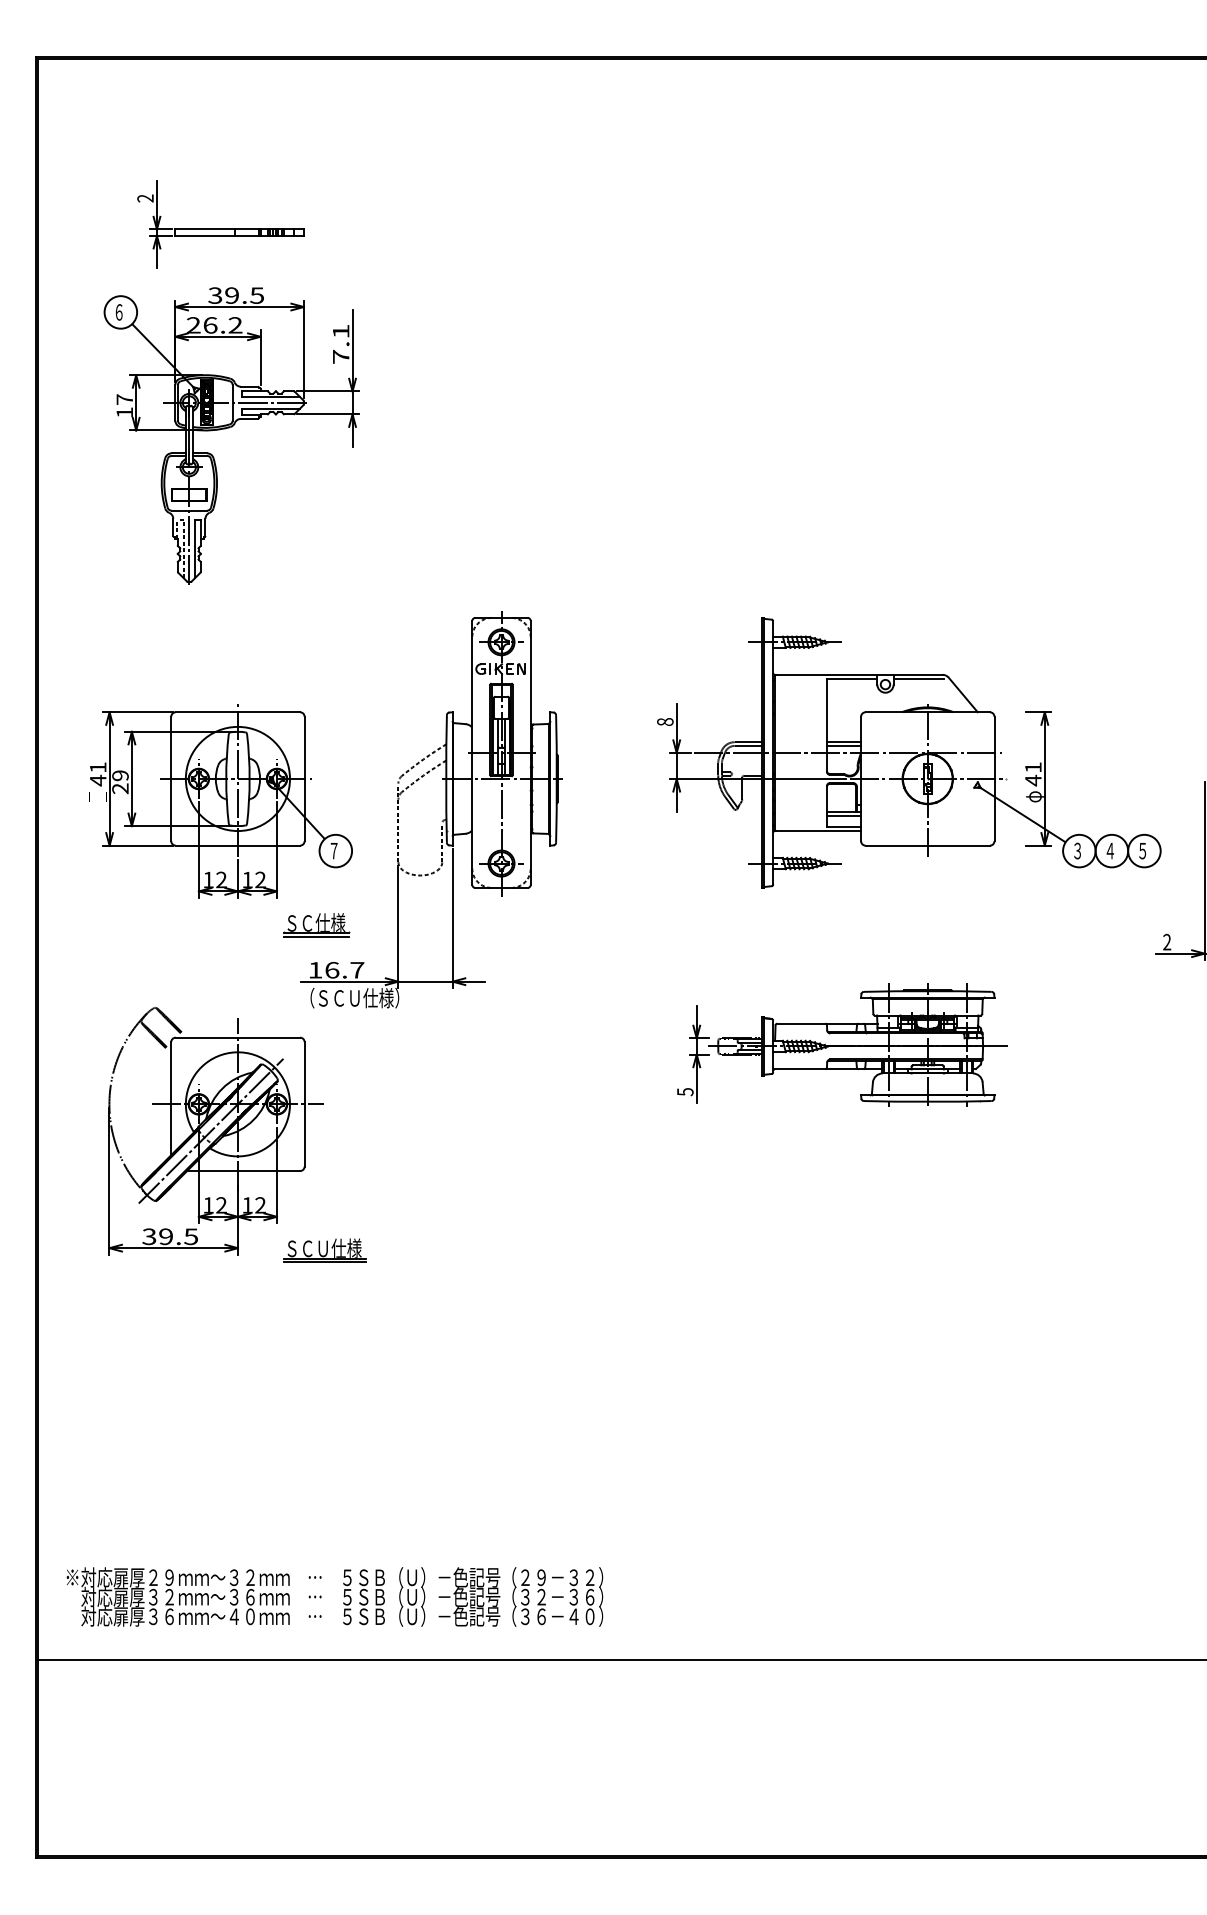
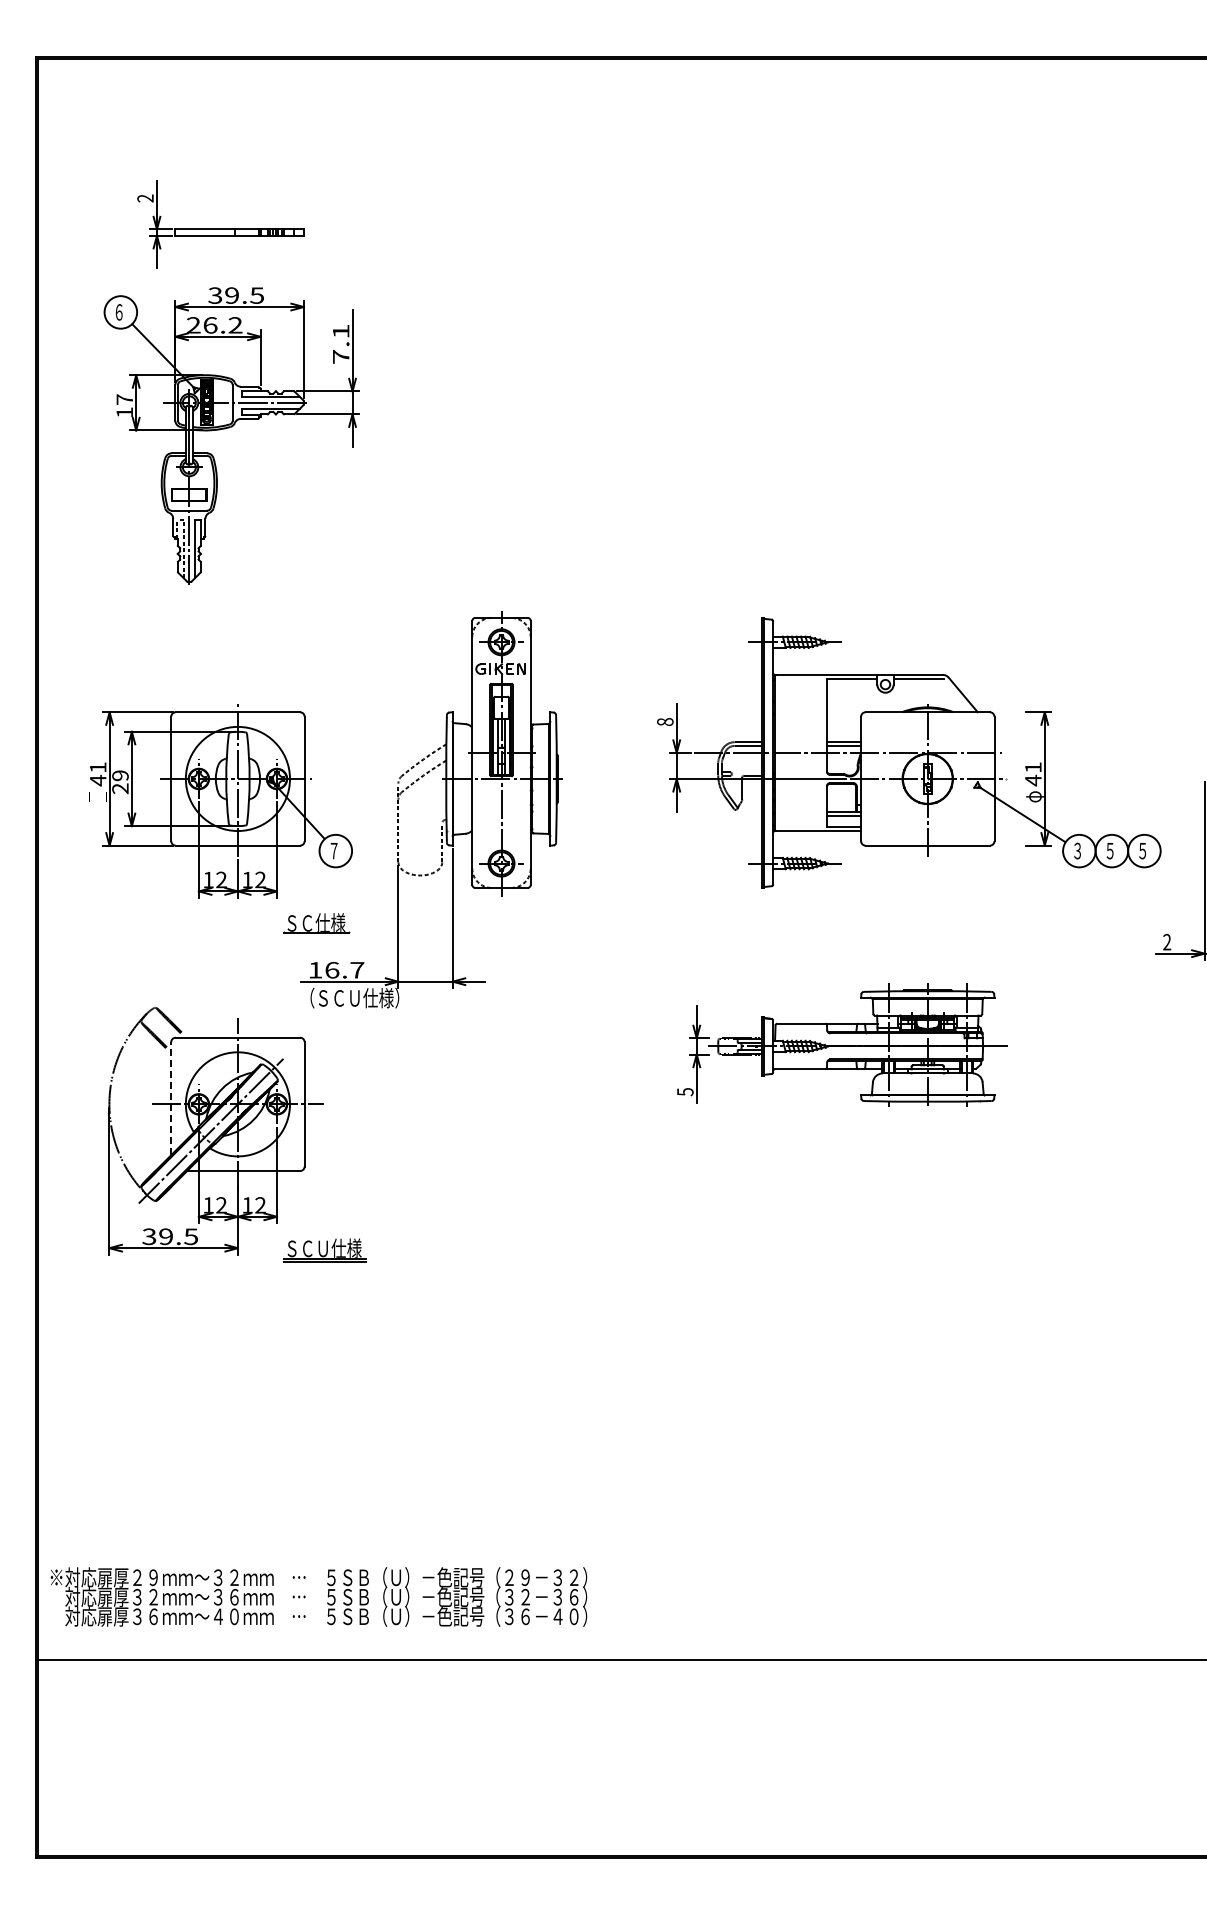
text at (1109, 851): ４ -> ５
line at (316, 936): present -> none
line at (171, 1098): solid -> dashed
text at (334, 1596) position: (334, 1596) -> (318, 1596)
